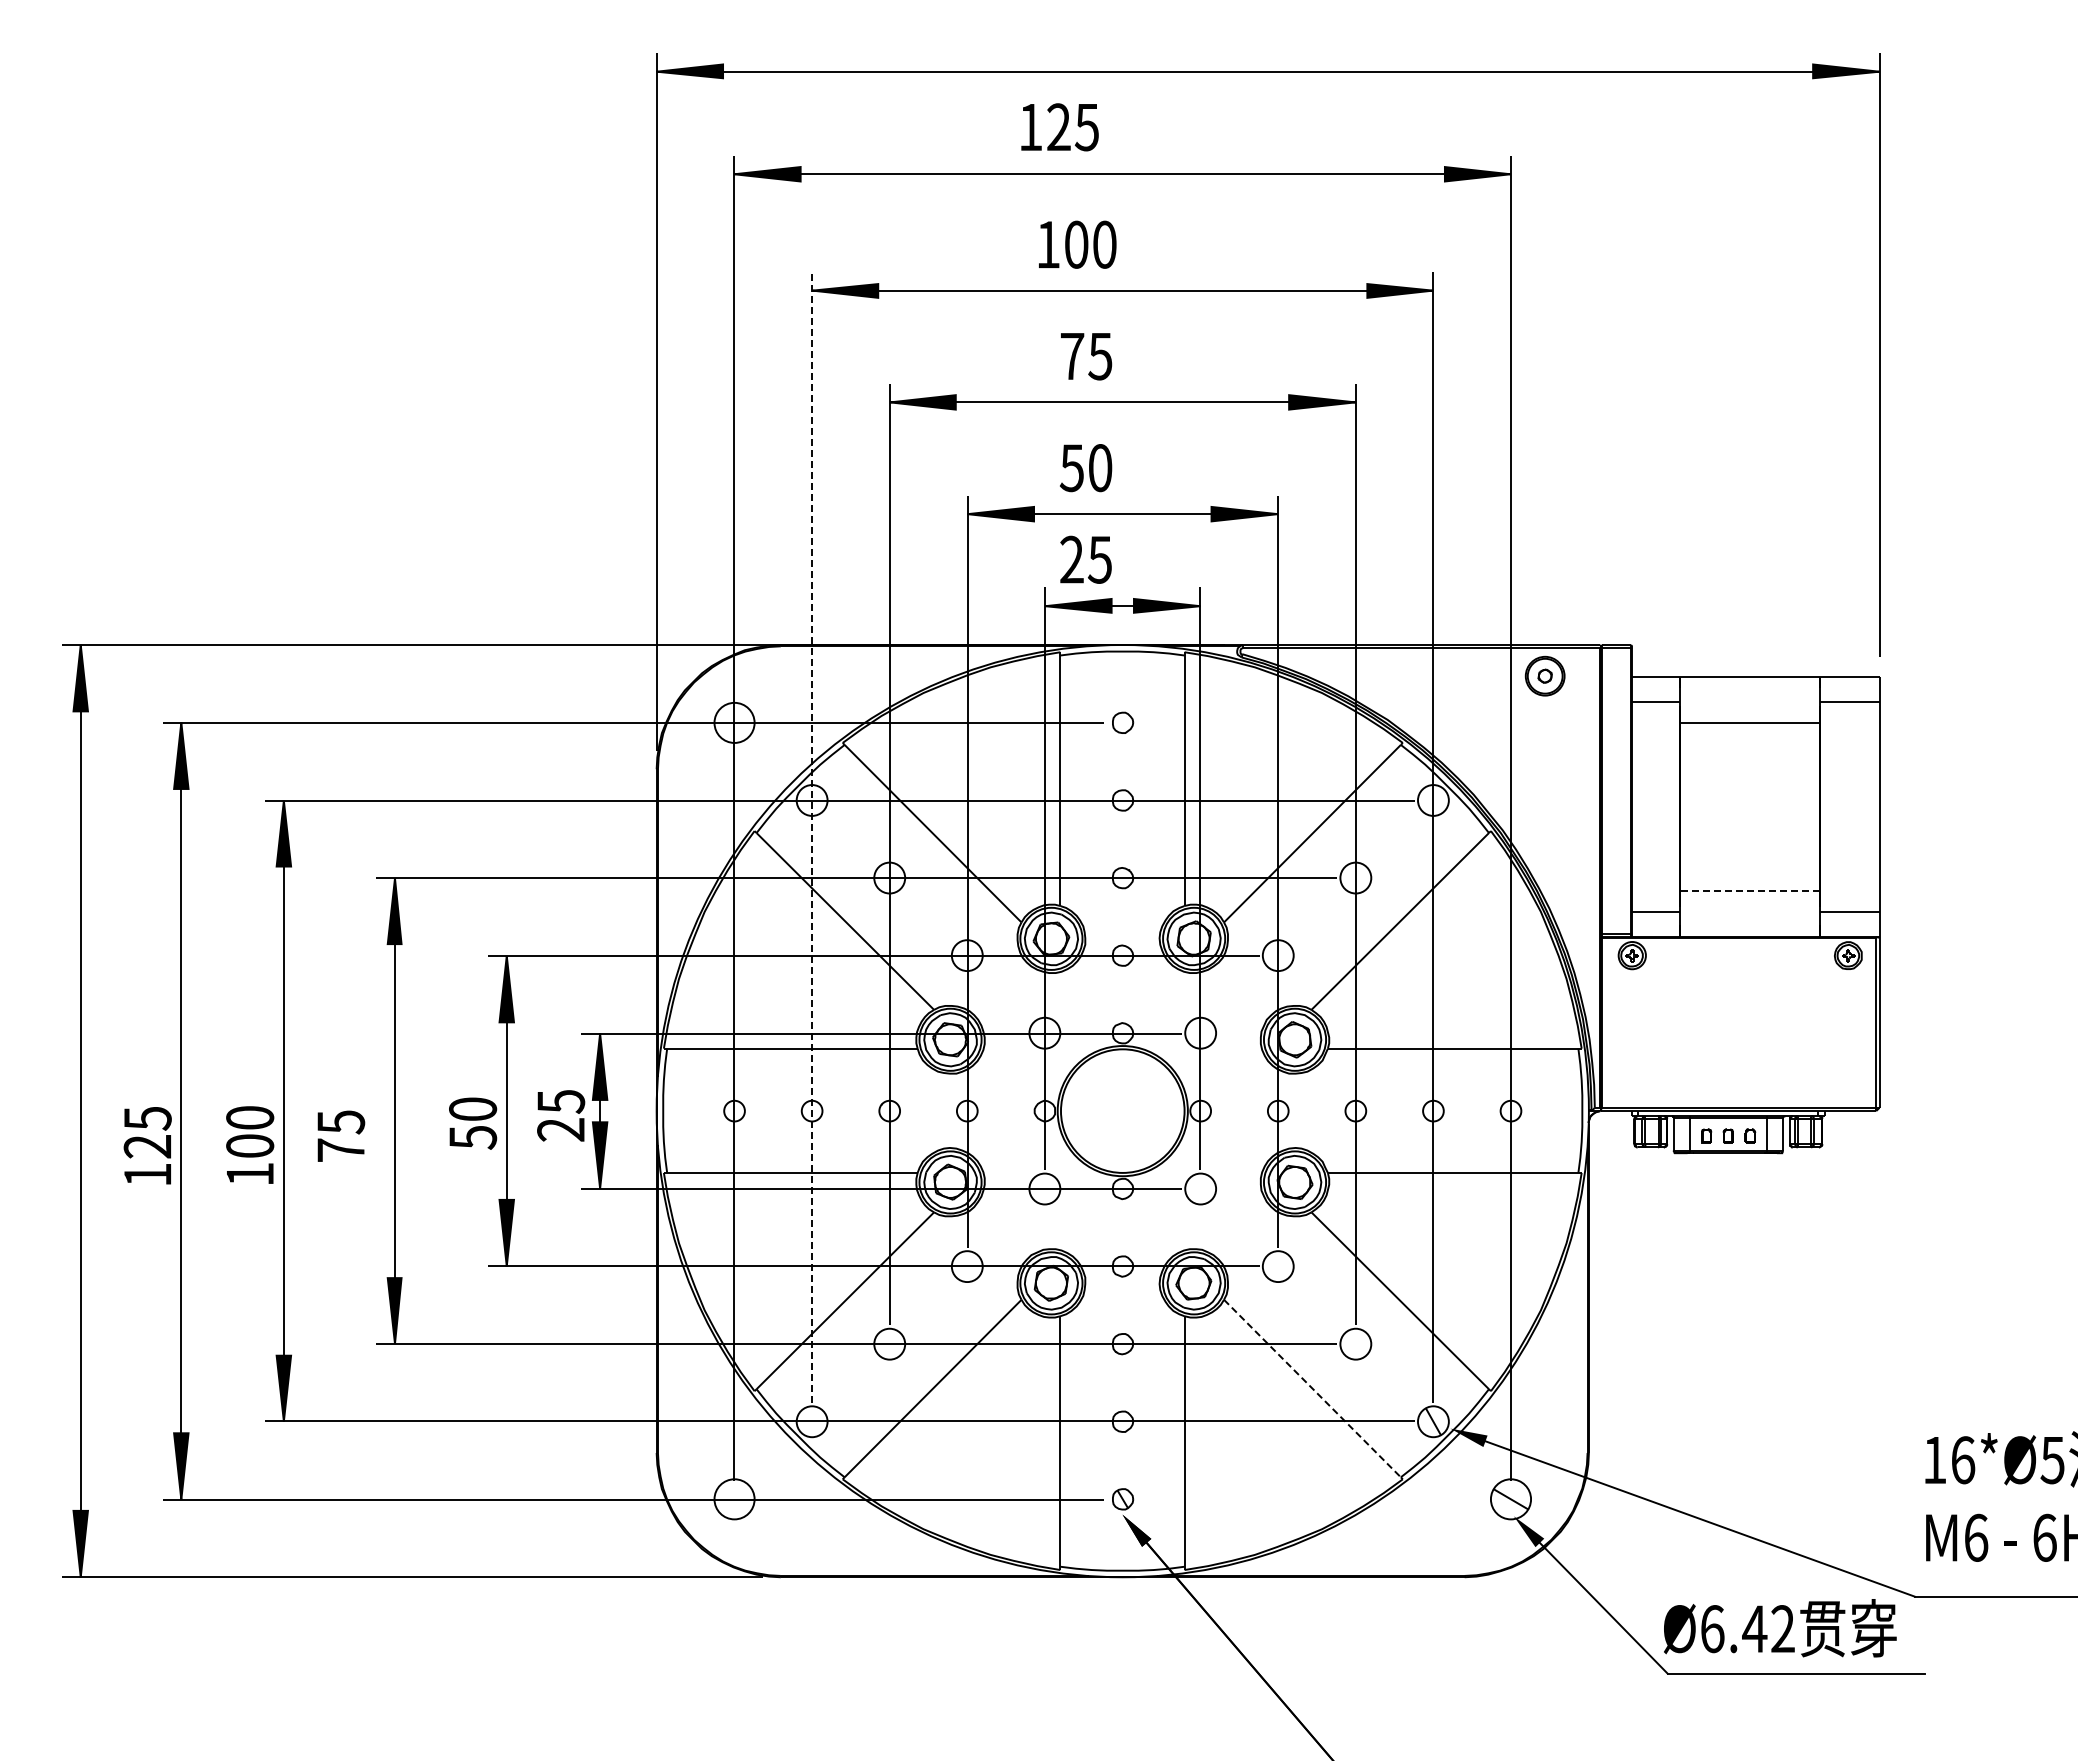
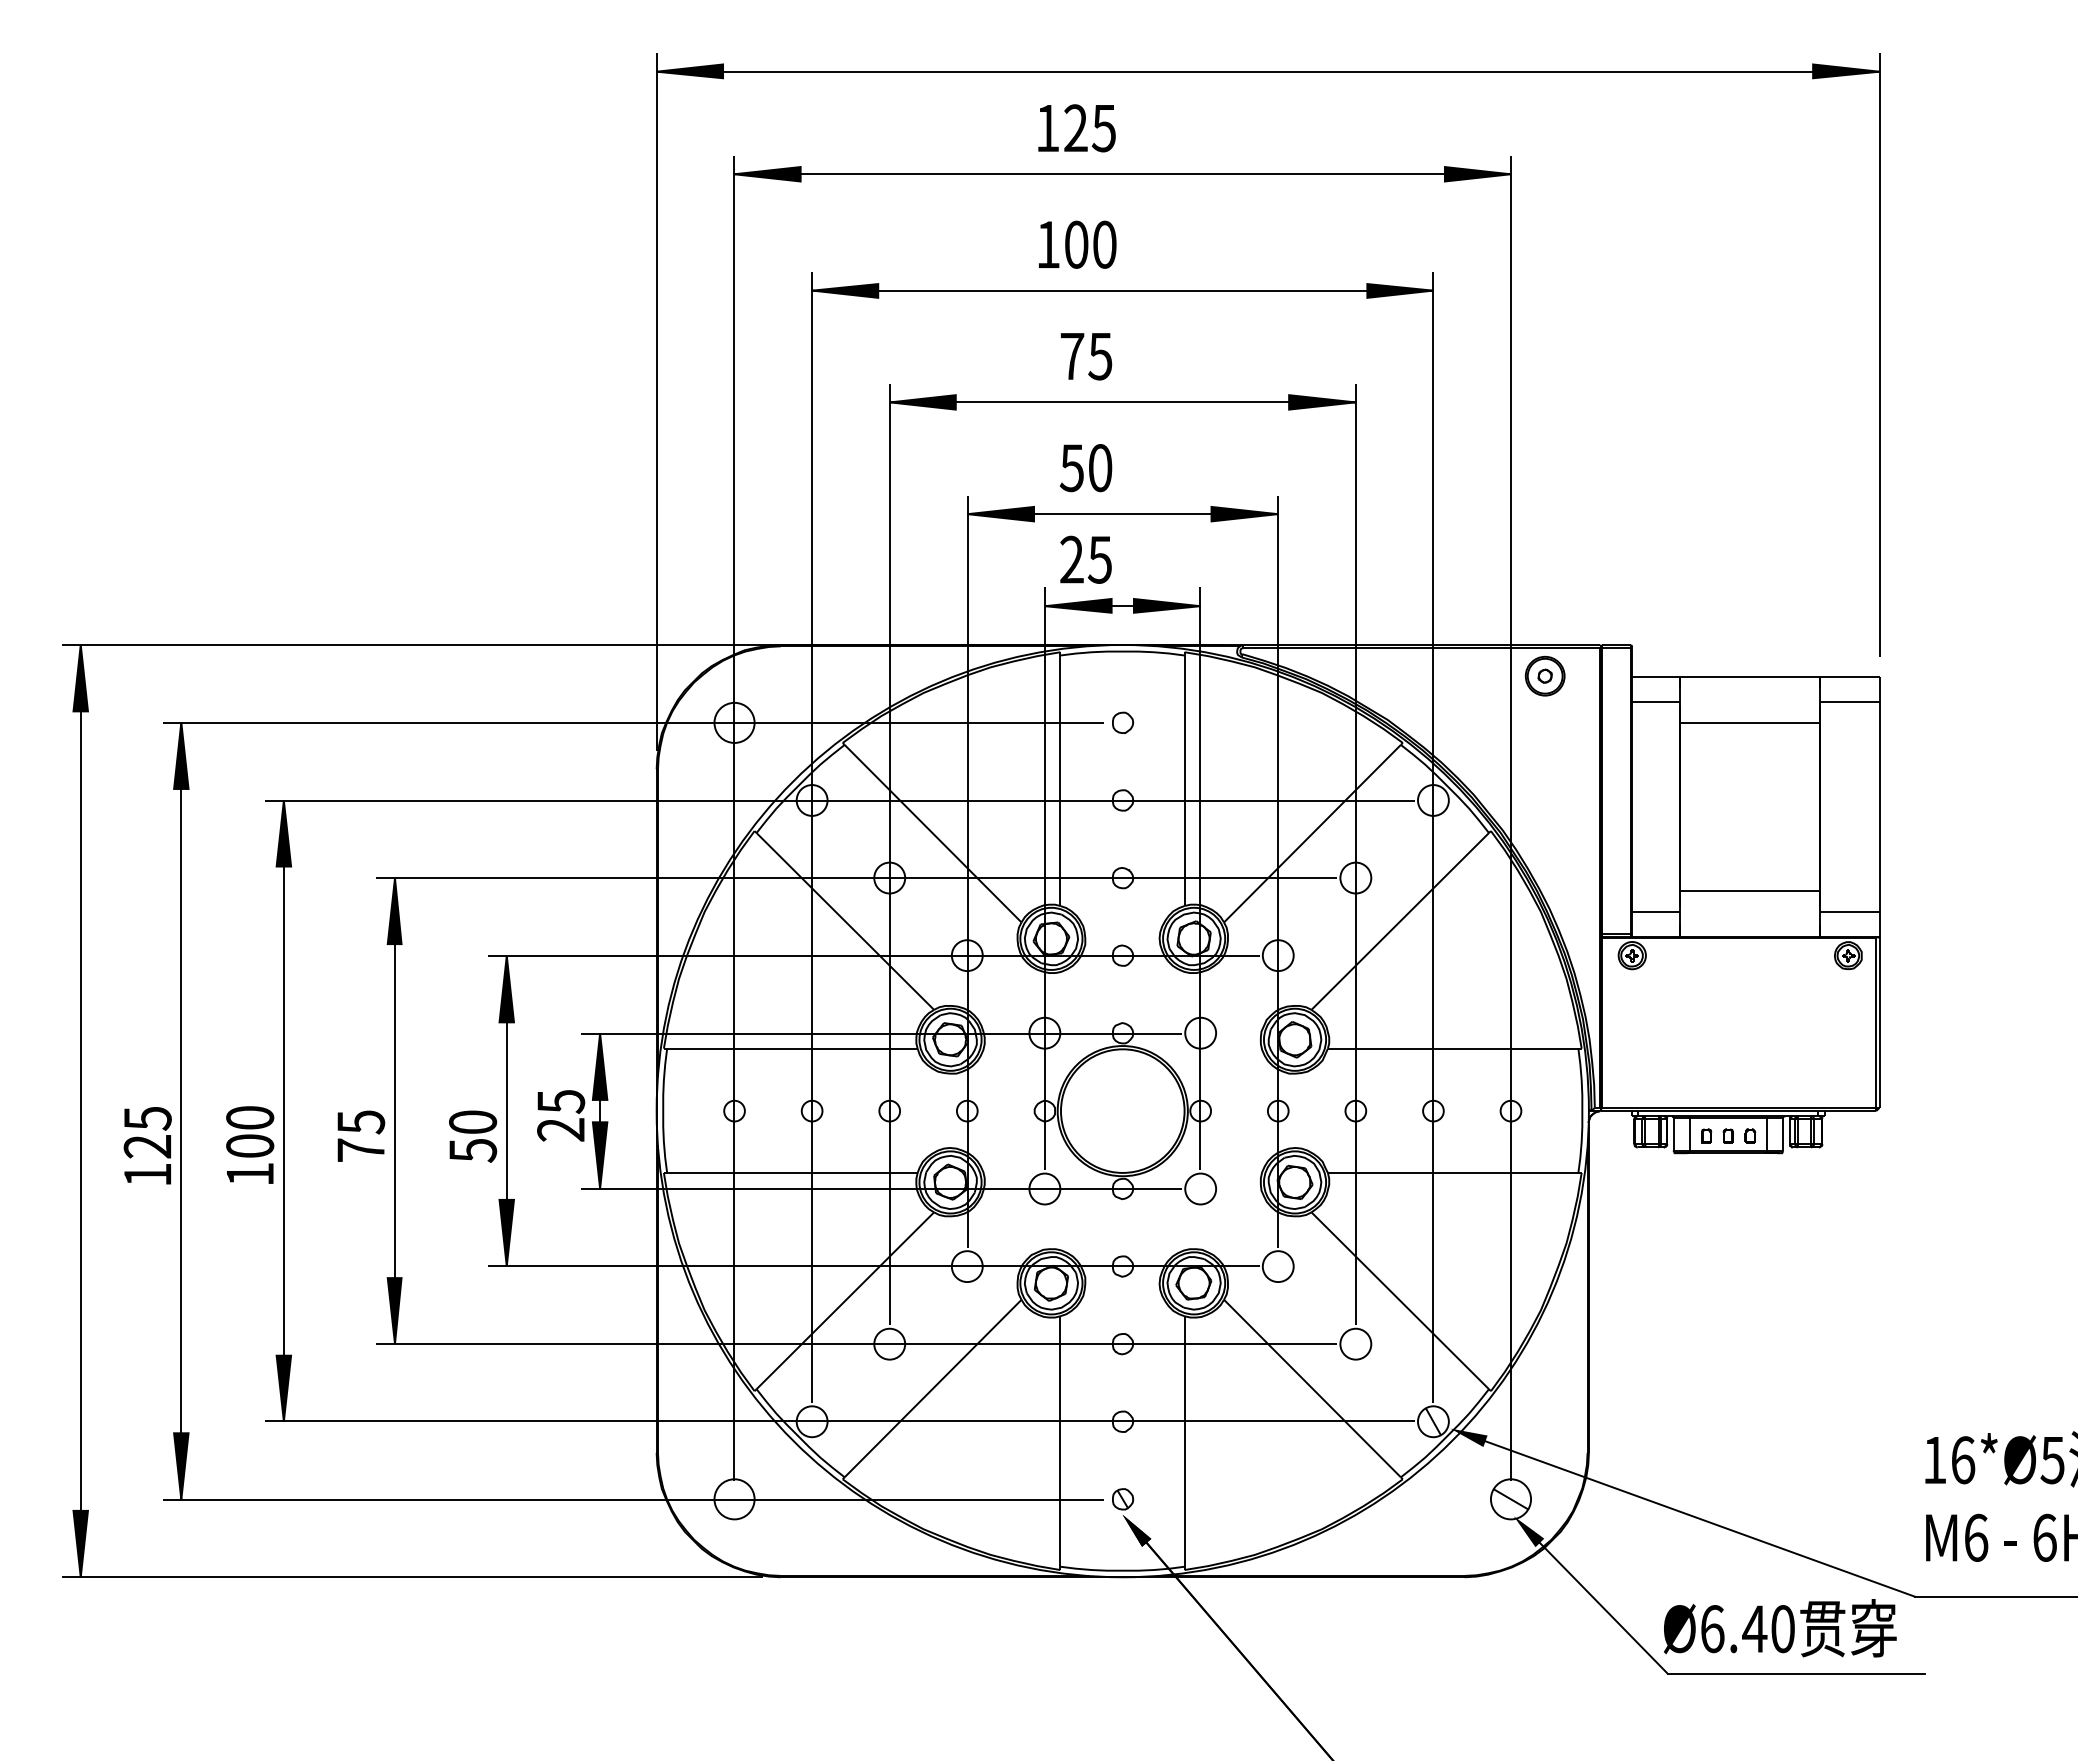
text at (1059, 127) position: (1059, 127) -> (1076, 128)
line at (812, 837): dashed -> solid
line at (1749, 890): dashed -> solid
text at (473, 1123) position: (473, 1123) -> (473, 1136)
text at (341, 1135) position: (341, 1135) -> (361, 1135)
line at (1312, 1388): dashed -> solid
text at (1782, 1629): Ø6.42 -> Ø6.40
